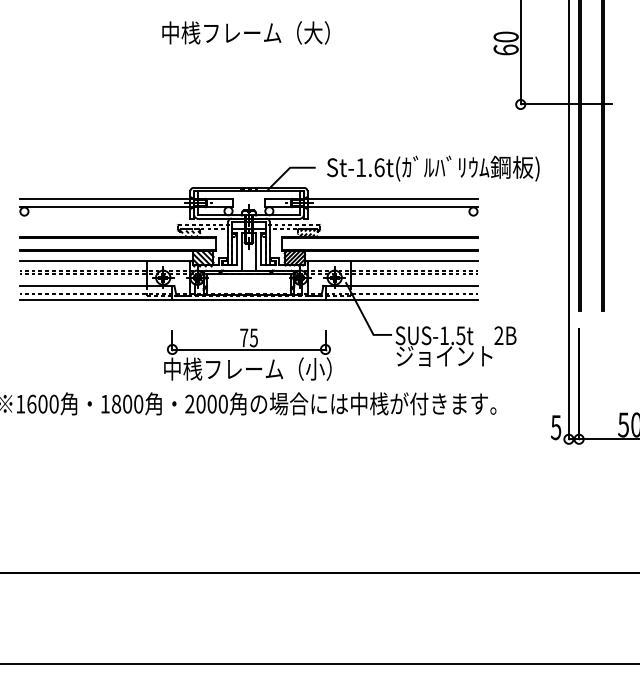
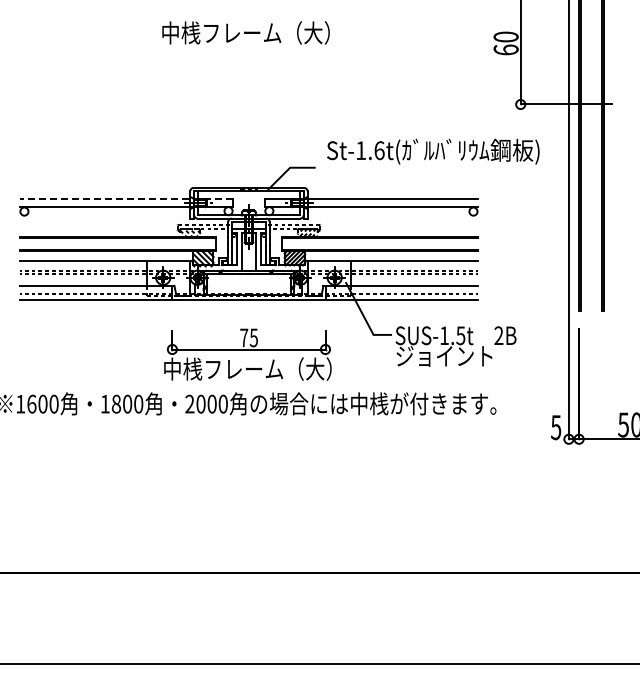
text at (433, 168) position: (433, 168) -> (433, 151)
line at (125, 198): solid -> dashed
text at (315, 368): 中桟フレーム（小） -> 中桟フレーム（大）
